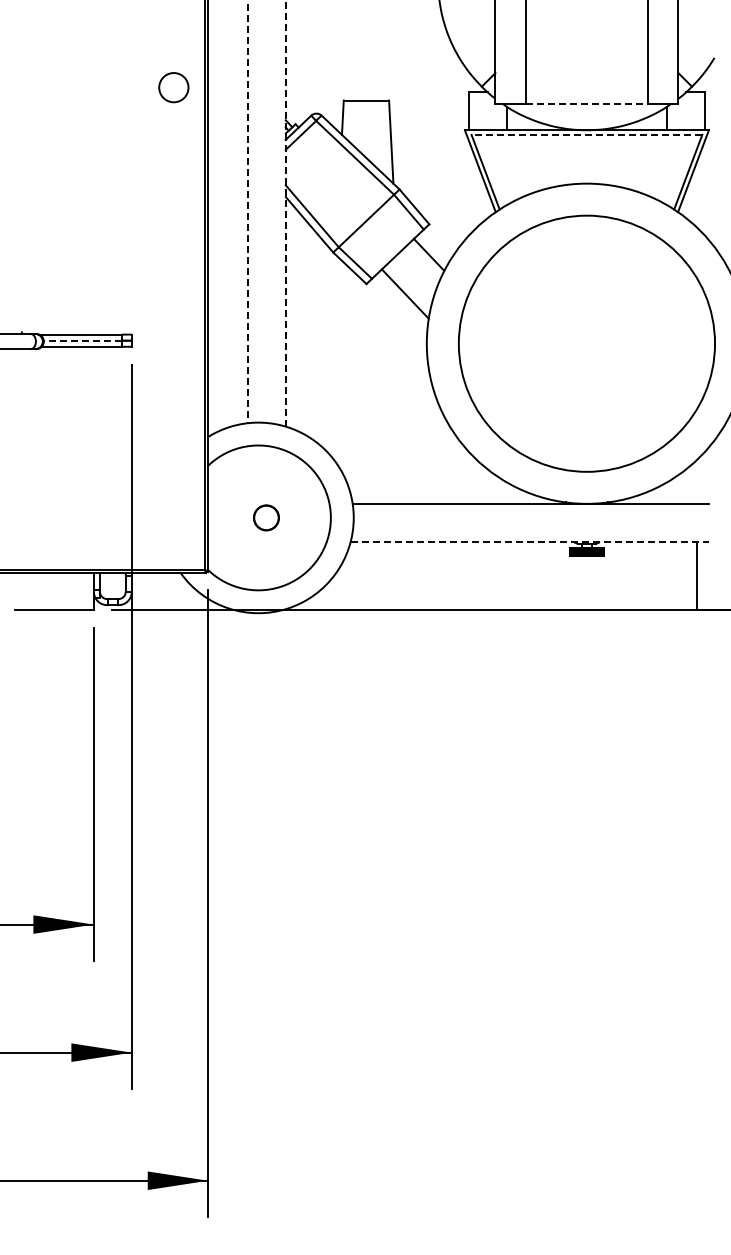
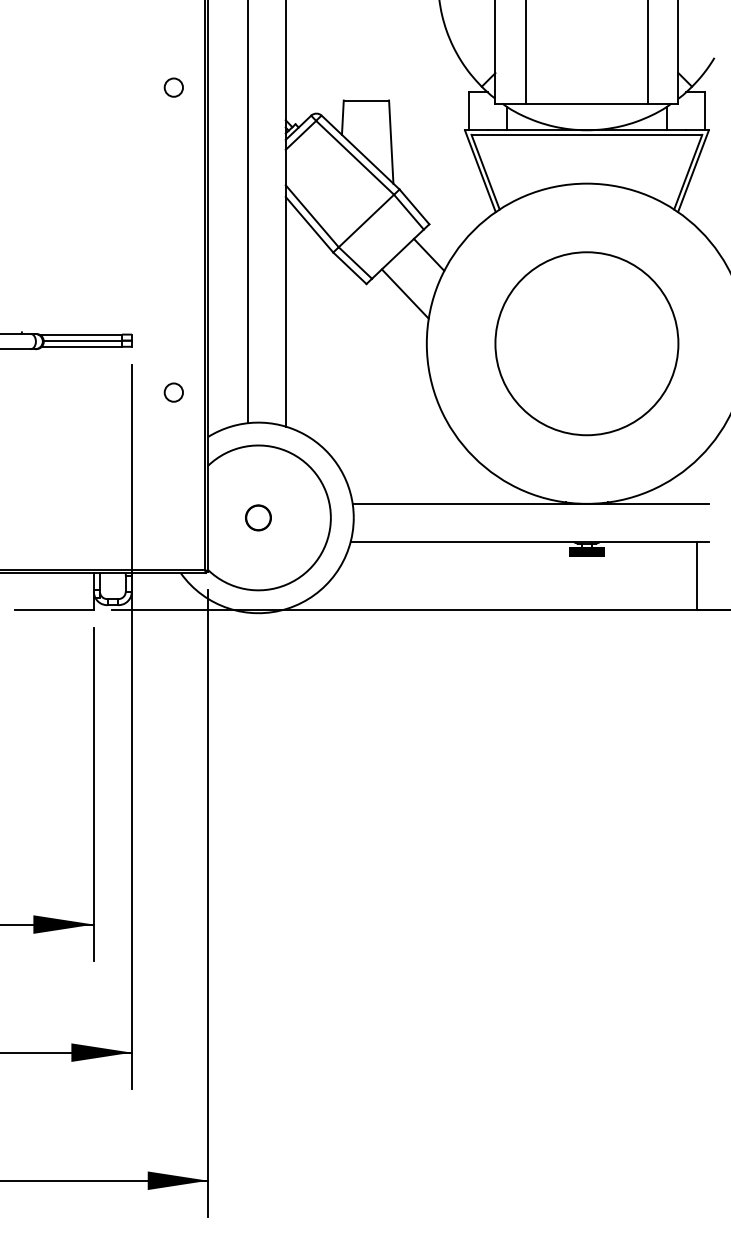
circle at (173, 87) diameter: 29 px -> 18 px
line at (586, 103): dashed -> solid
line at (586, 134): dashed -> solid
line at (247, 212): dashed -> solid
line at (285, 213): dashed -> solid
line at (82, 340): dashed -> solid
circle at (586, 343) diameter: 256 px -> 183 px
circle at (173, 392): none -> present
circle at (266, 517) position: (266, 517) -> (258, 517)
line at (530, 541): dashed -> solid
